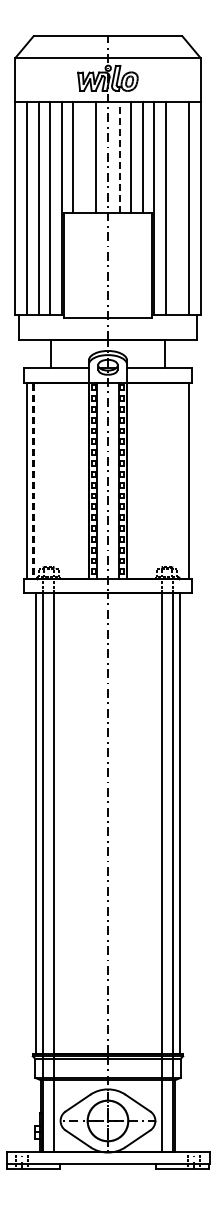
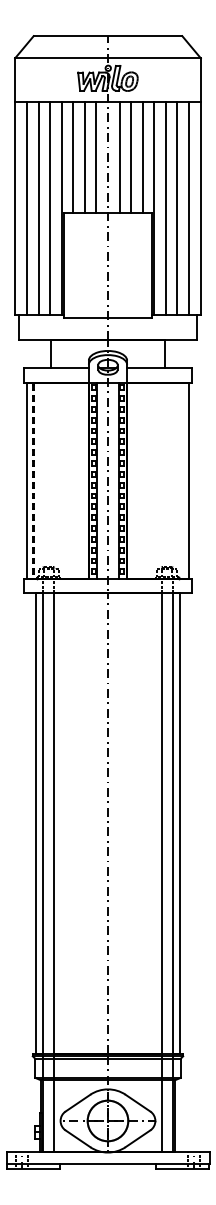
line at (84, 156): none -> present
line at (119, 157): dashed -> solid
line at (177, 207): none -> present
